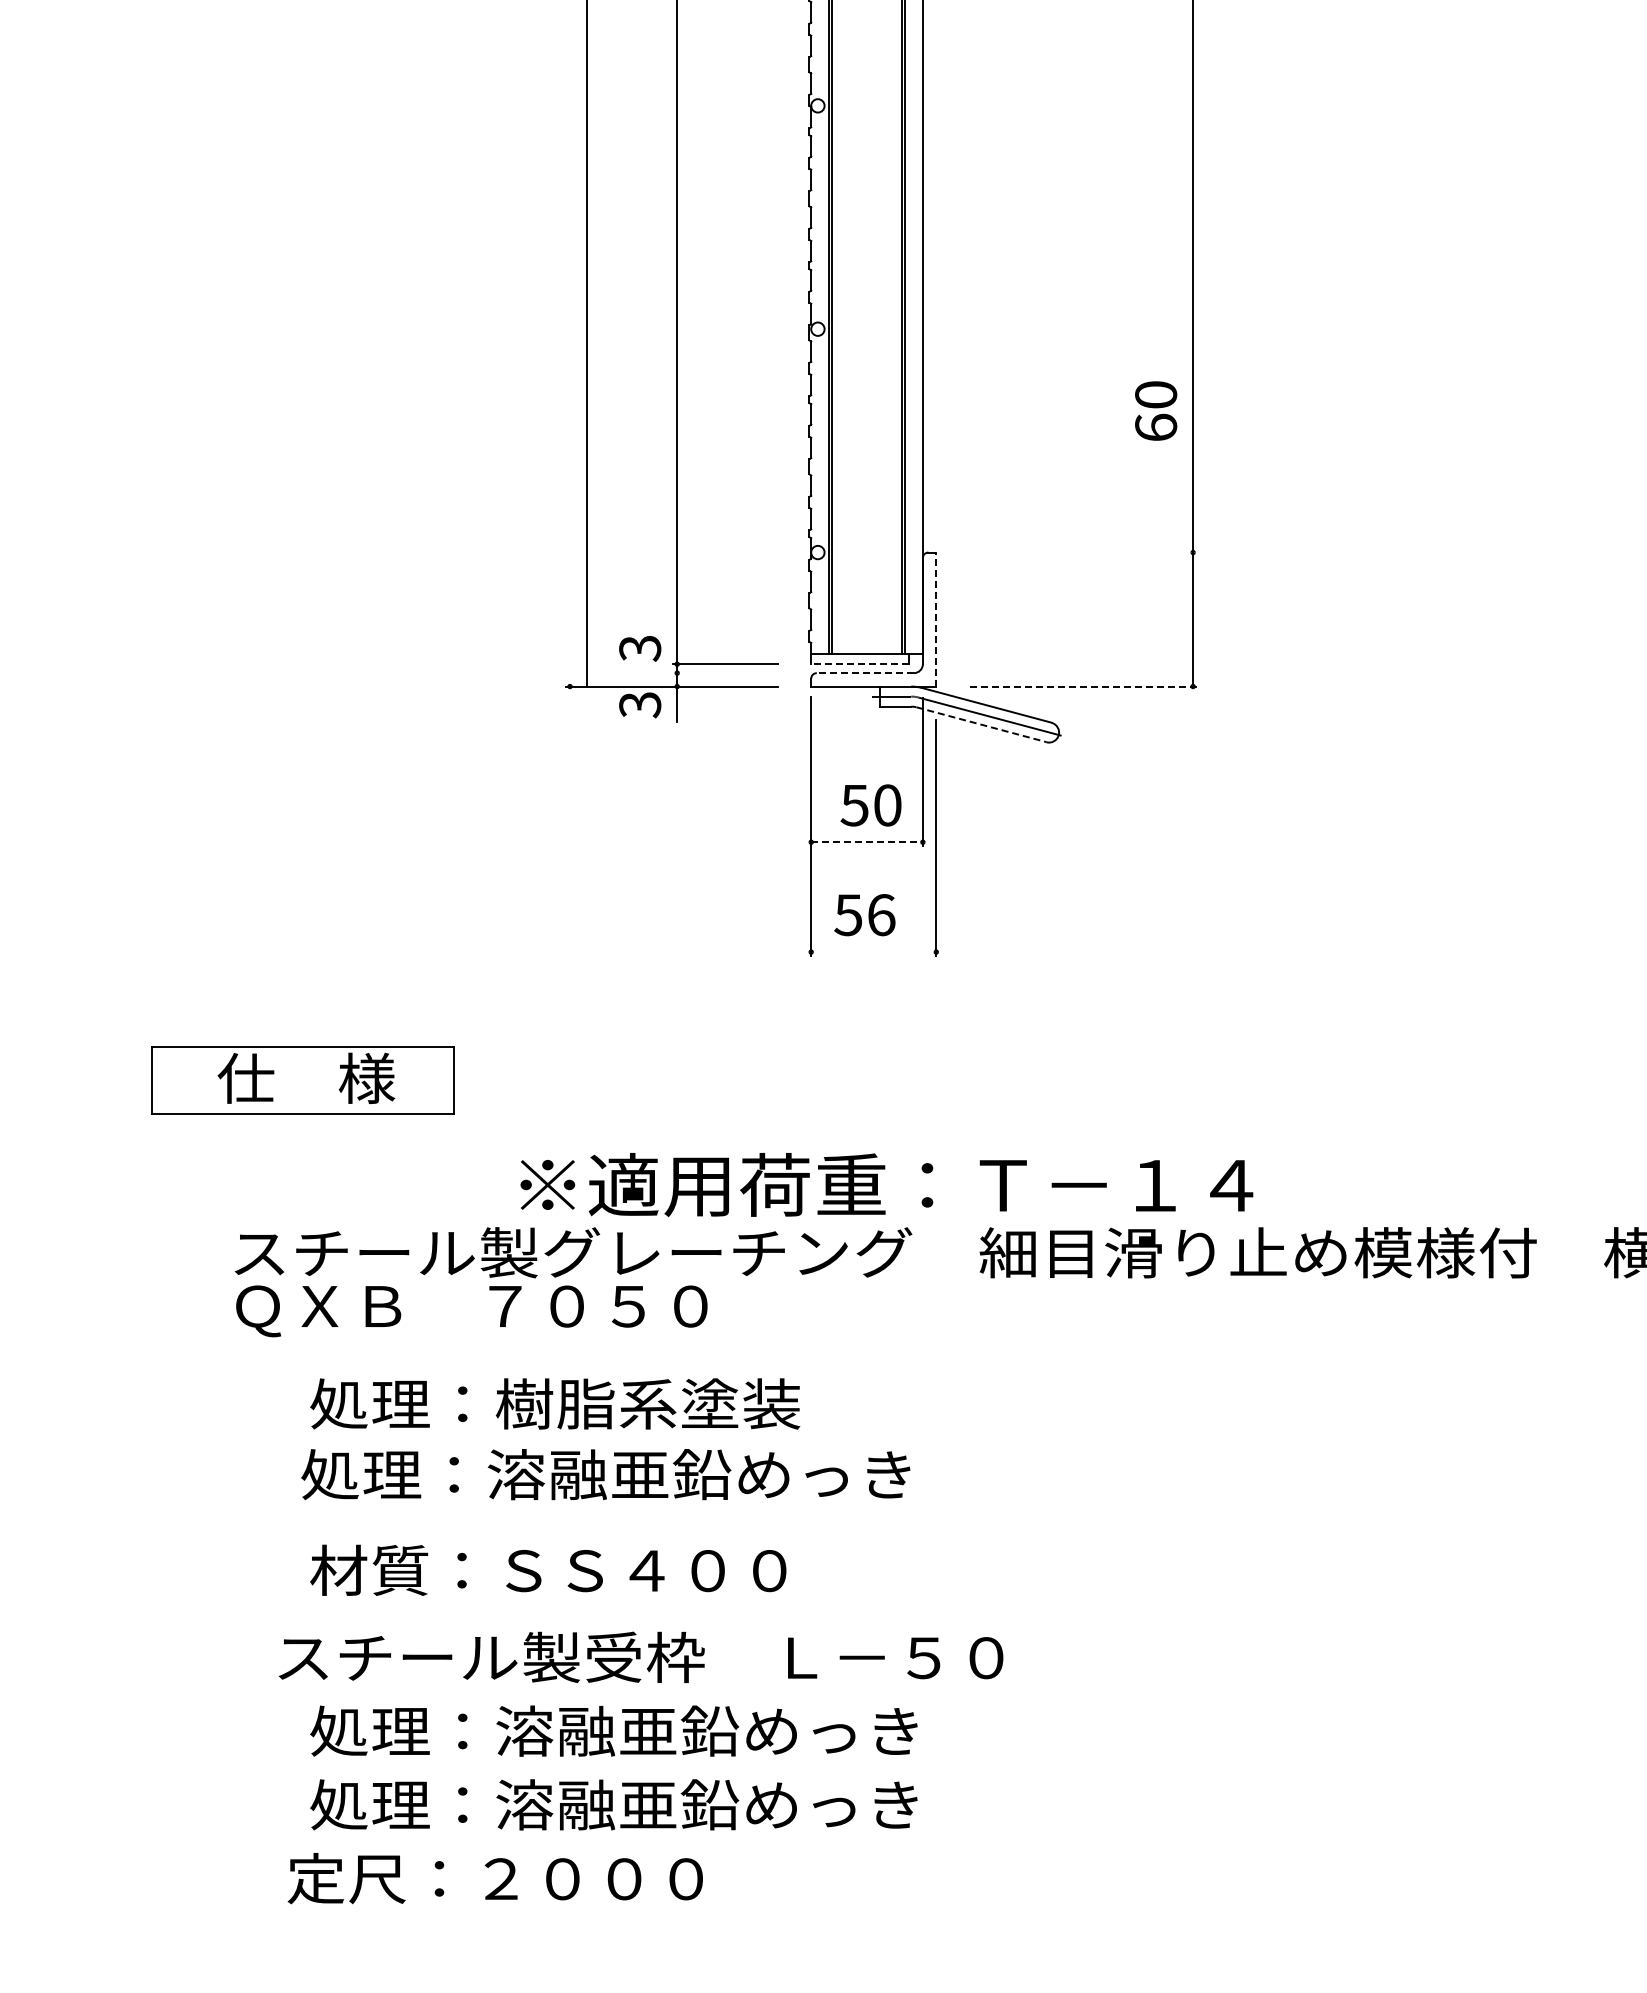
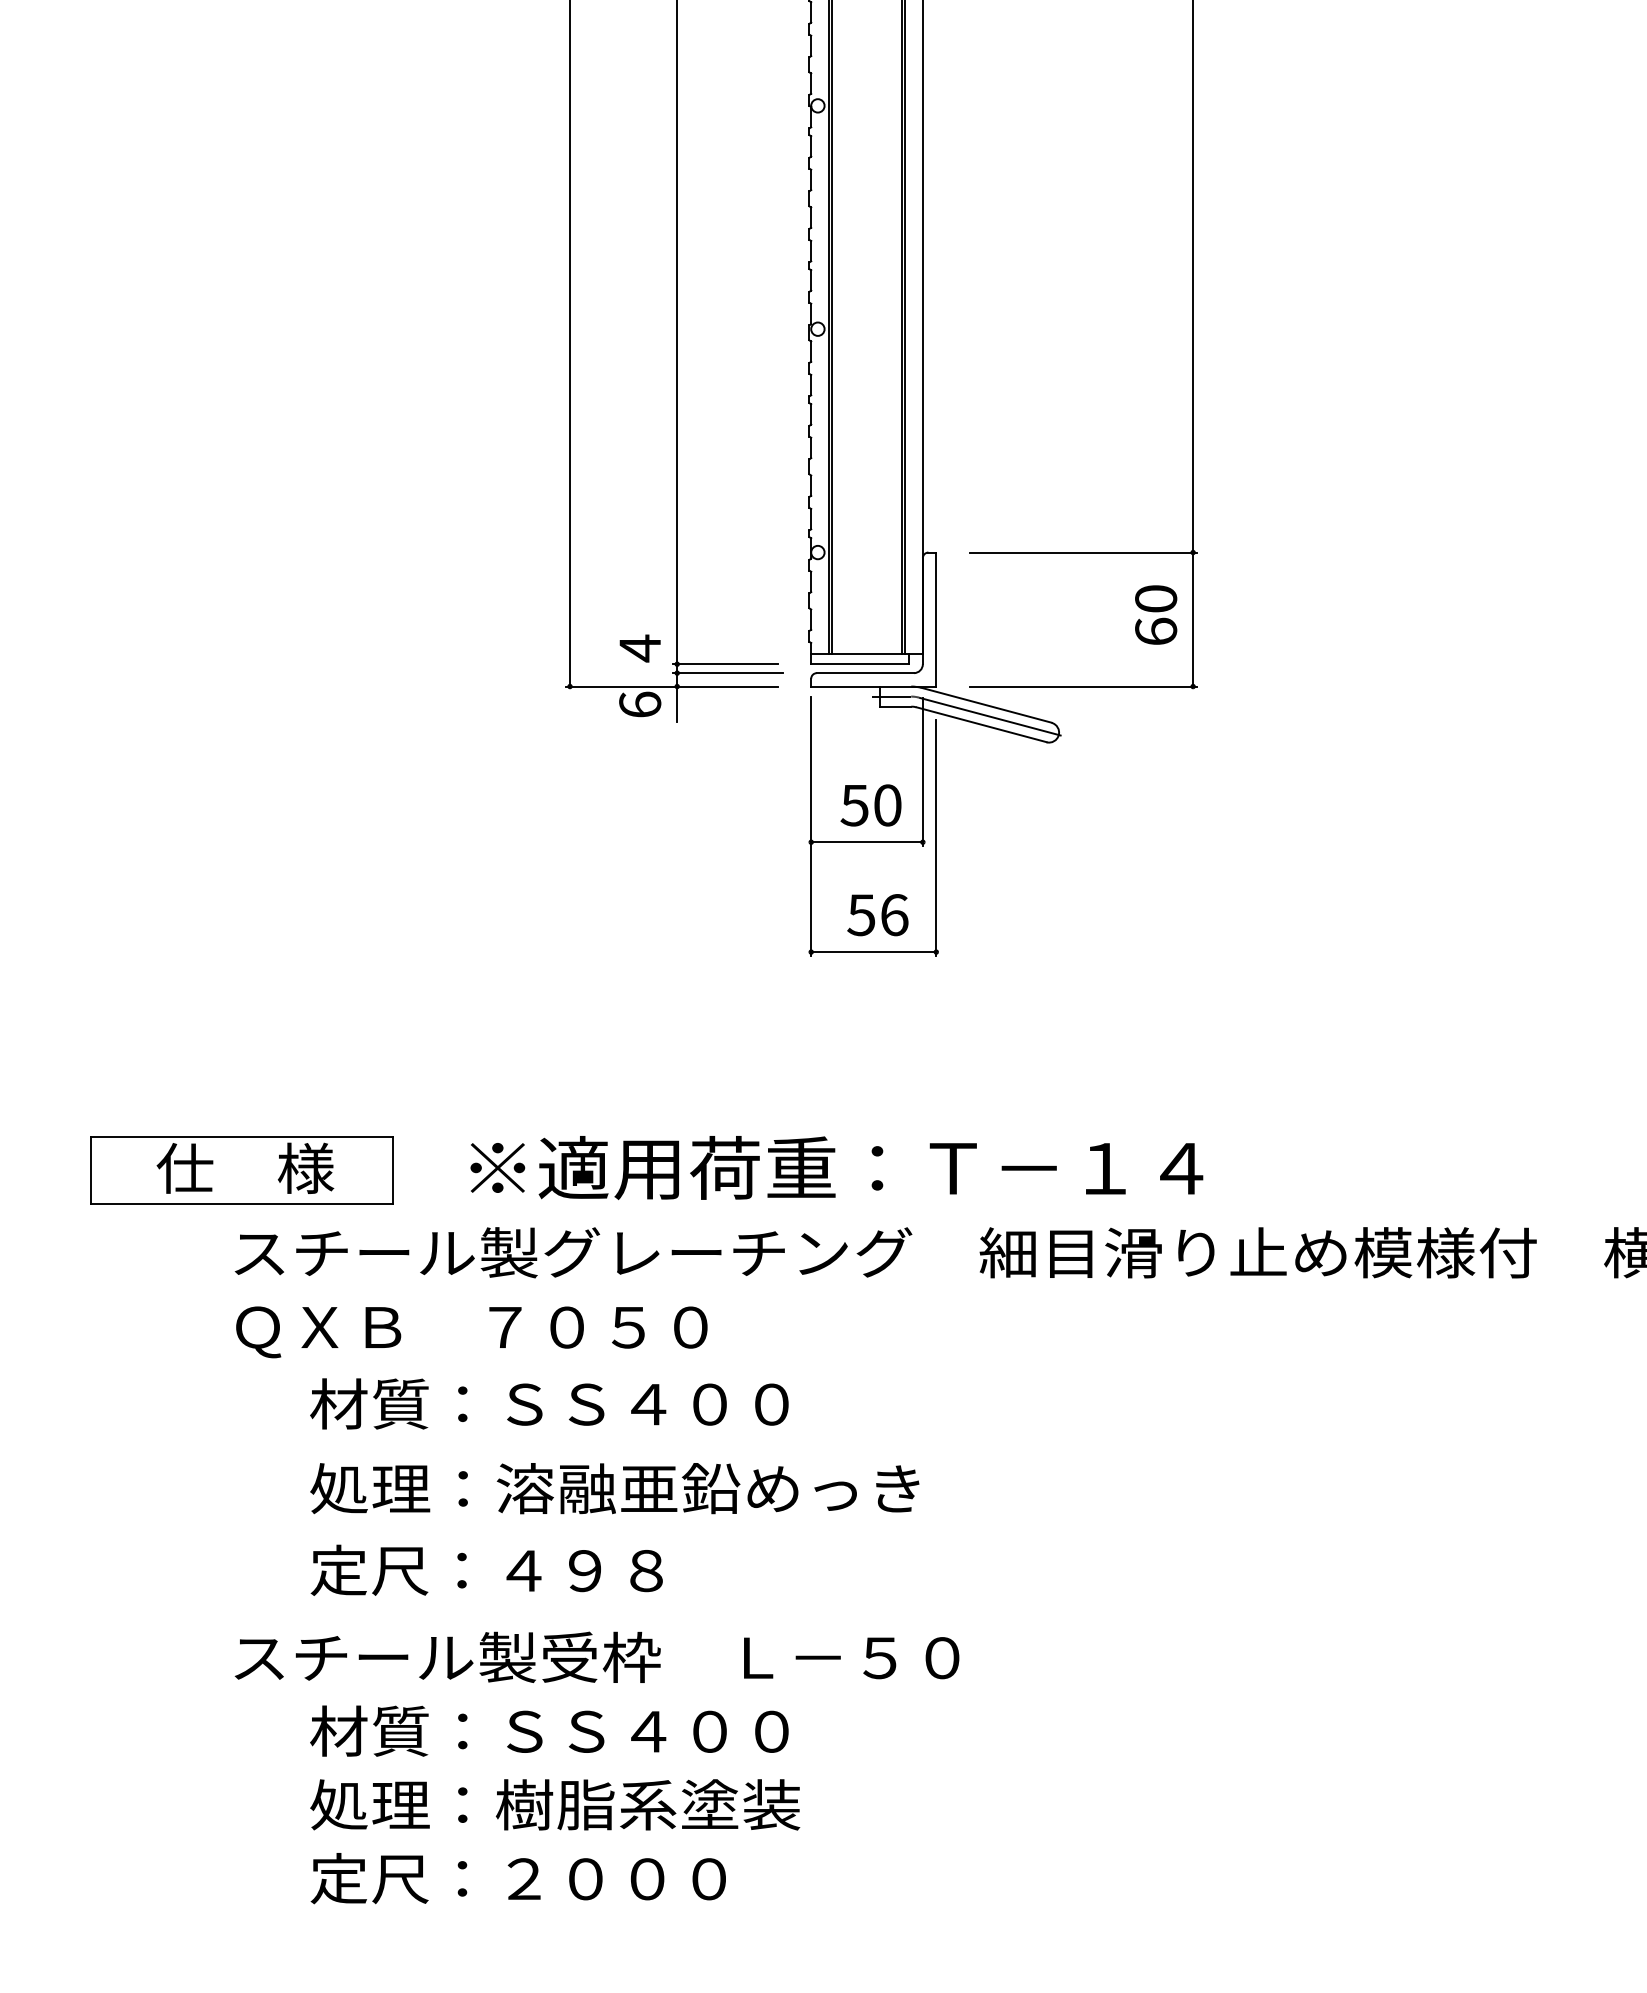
line at (587, 344) position: (587, 344) -> (570, 344)
text at (1156, 410) position: (1156, 410) -> (1156, 614)
line at (1083, 552): none -> present
line at (936, 619): dashed -> solid
text at (640, 648): 3 -> 4
line at (859, 664): dashed -> solid
line at (728, 673): none -> present
line at (865, 673): dashed -> solid
line at (1083, 686): dashed -> solid
text at (640, 704): 3 -> 6
line at (982, 724): dashed -> solid
line at (867, 842): dashed -> solid
text at (864, 915) position: (864, 915) -> (877, 915)
line at (873, 952): none -> present
part at (302, 1080) position: (302, 1080) -> (241, 1170)
text at (886, 1184) position: (886, 1184) -> (836, 1167)
text at (471, 1311) position: (471, 1311) -> (471, 1332)
text at (555, 1403): 処理：樹脂系塗装 -> 材質：ＳＳ４００
text at (605, 1474) position: (605, 1474) -> (614, 1488)
text at (548, 1569): 材質：ＳＳ４００ -> 定尺：４９８
text at (640, 1656) position: (640, 1656) -> (596, 1656)
text at (613, 1730): 処理：溶融亜鉛めっき -> 材質：ＳＳ４００
text at (706, 1804): 処理：溶融亜鉛めっき -> 処理：樹脂系塗装
text at (494, 1878) position: (494, 1878) -> (517, 1878)
